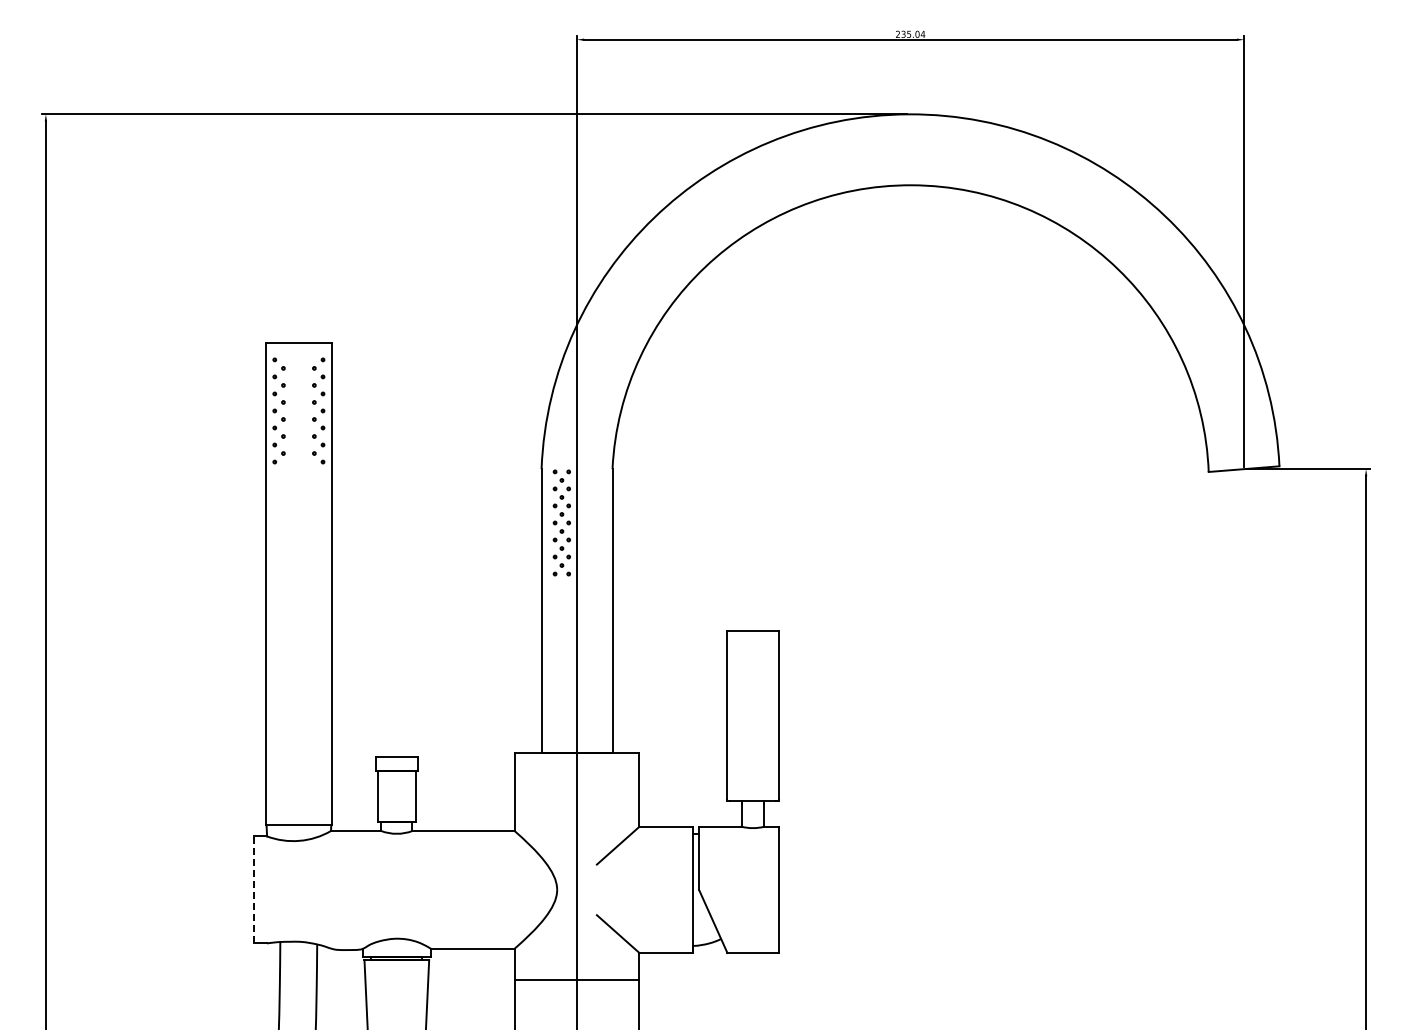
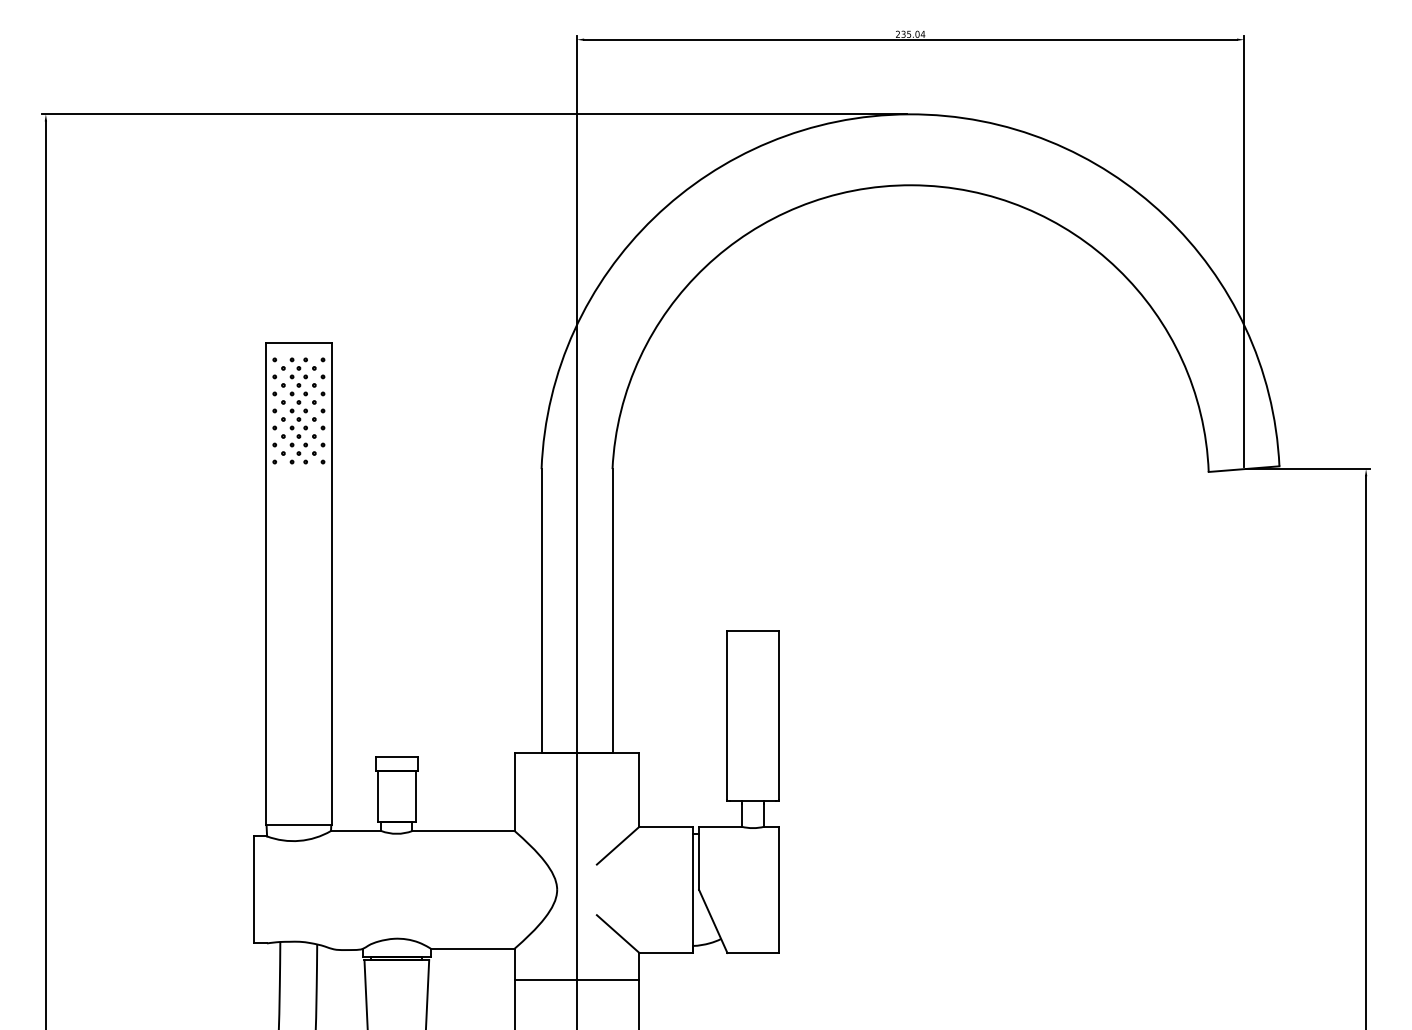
part at (561, 522) position: (561, 522) -> (298, 410)
line at (253, 889): dashed -> solid
